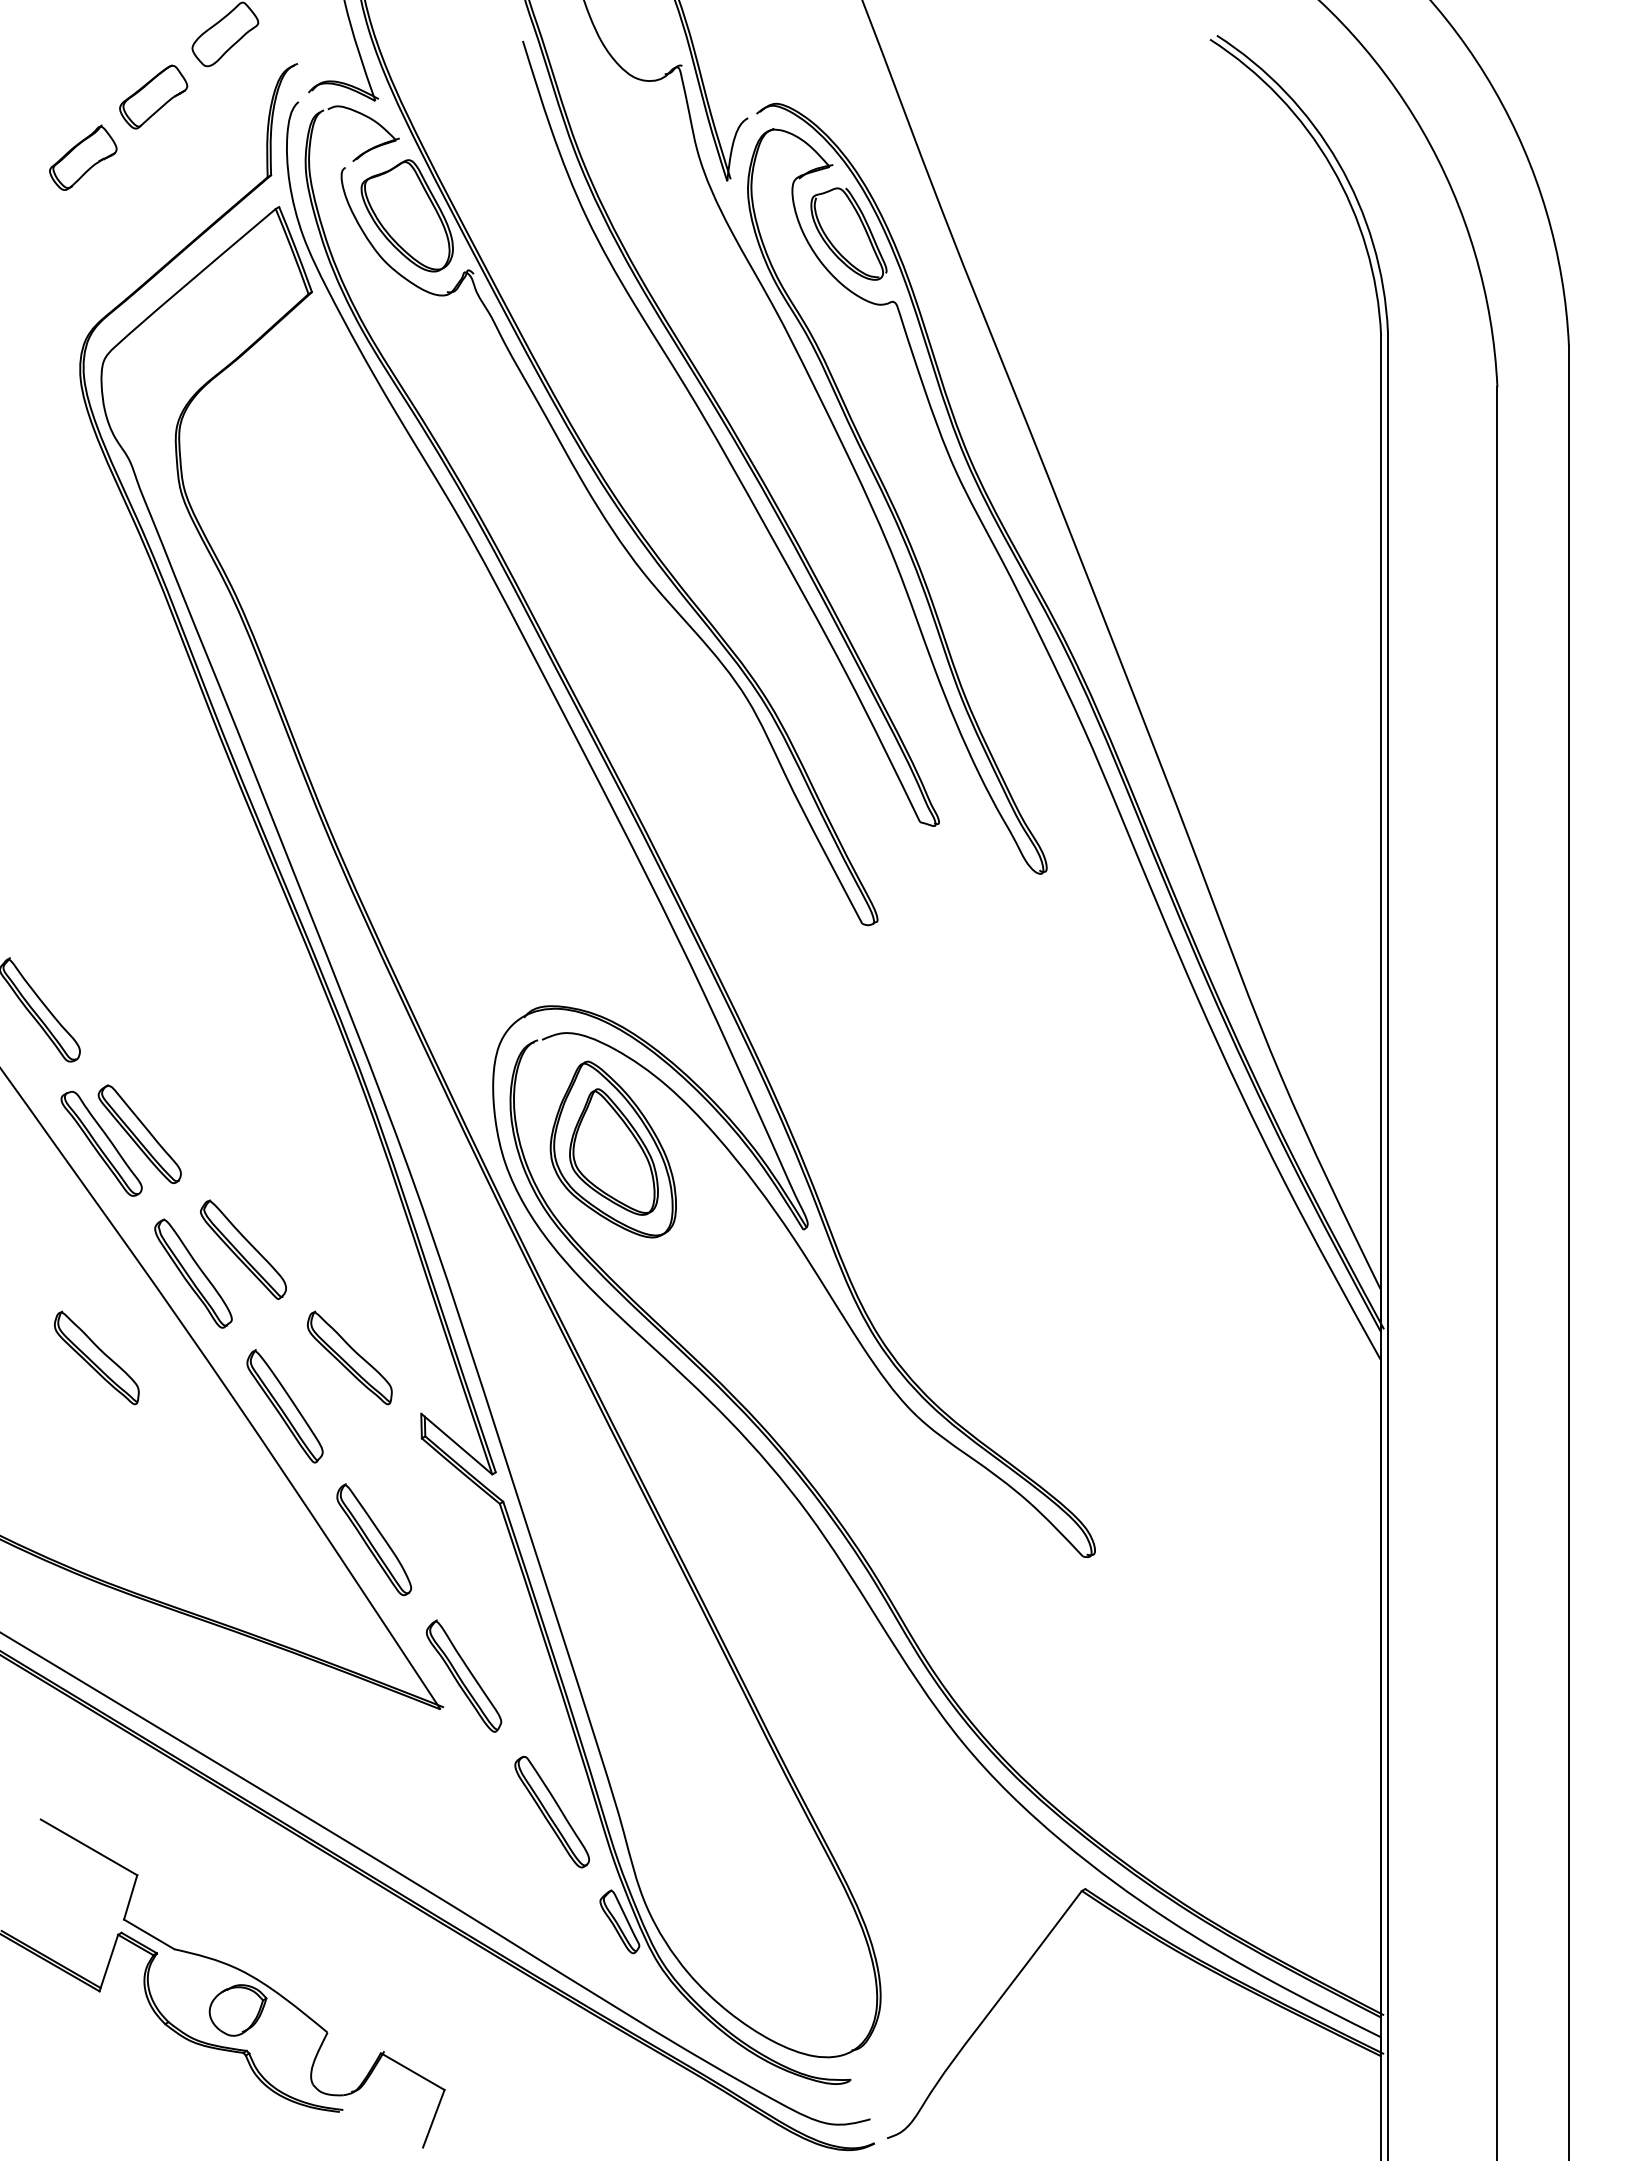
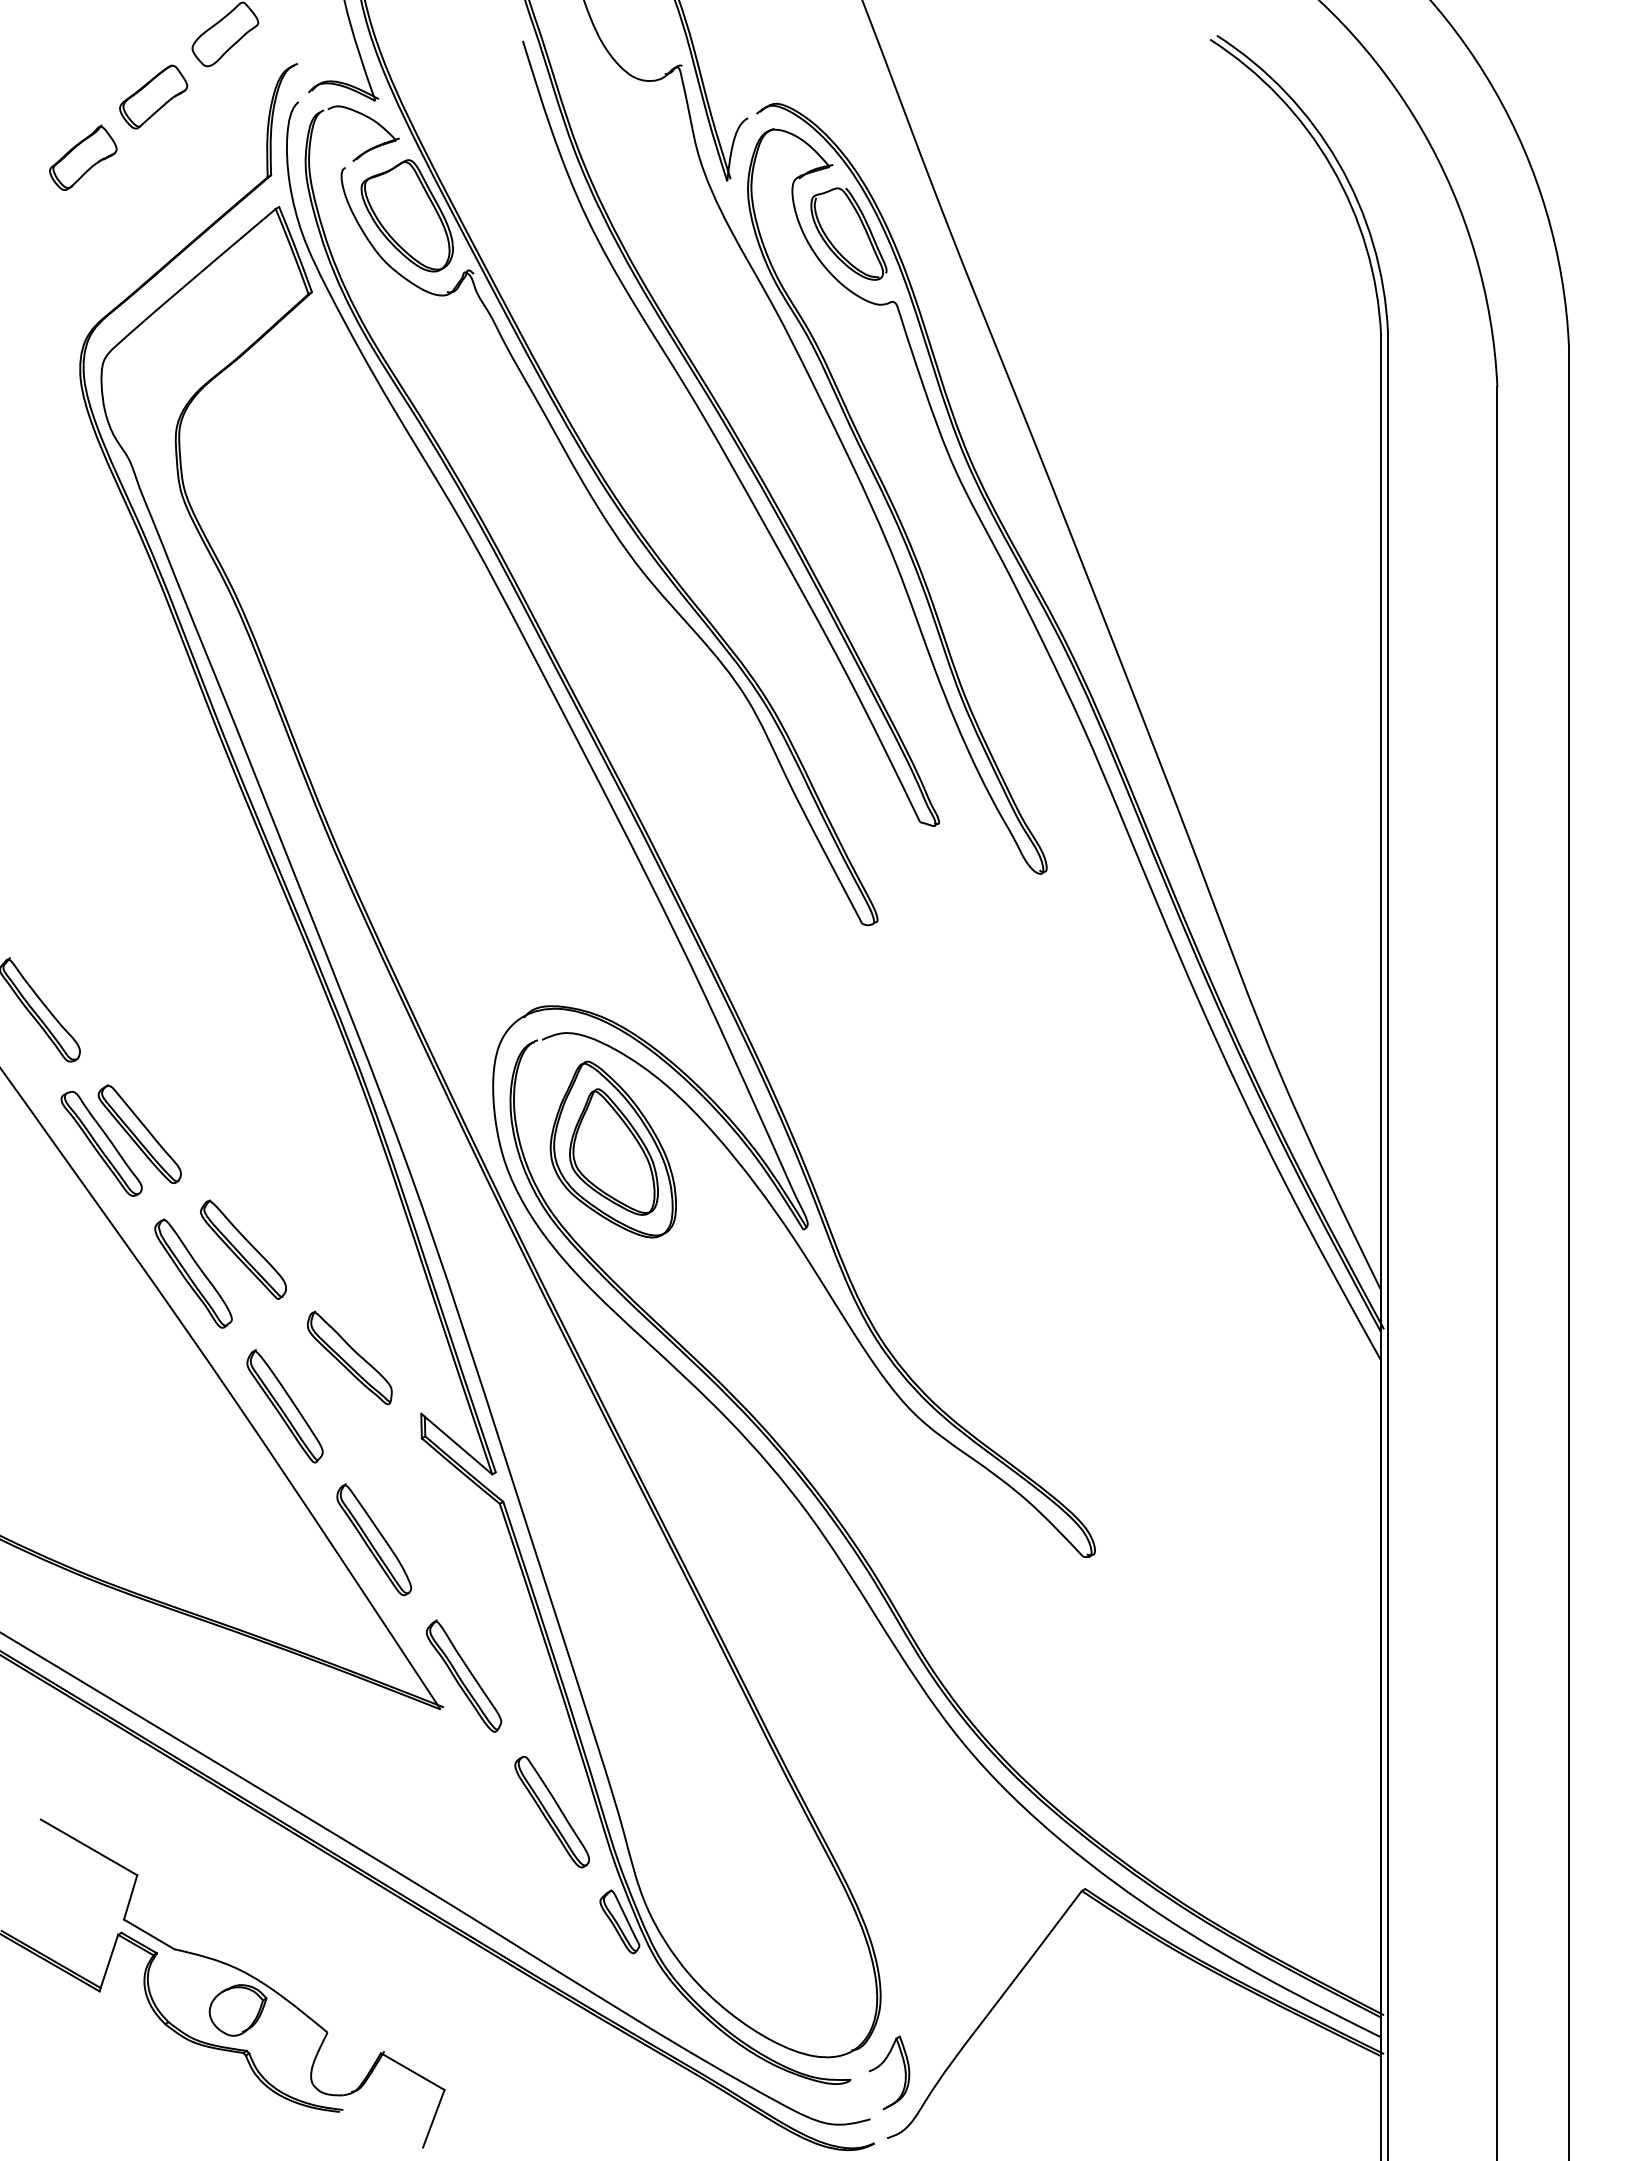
part at (96, 1357): present -> none
part at (882, 2064): none -> present
